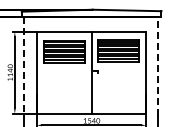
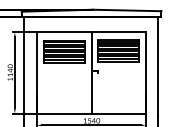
line at (24, 66): dashed -> solid
line at (158, 66): dashed -> solid
